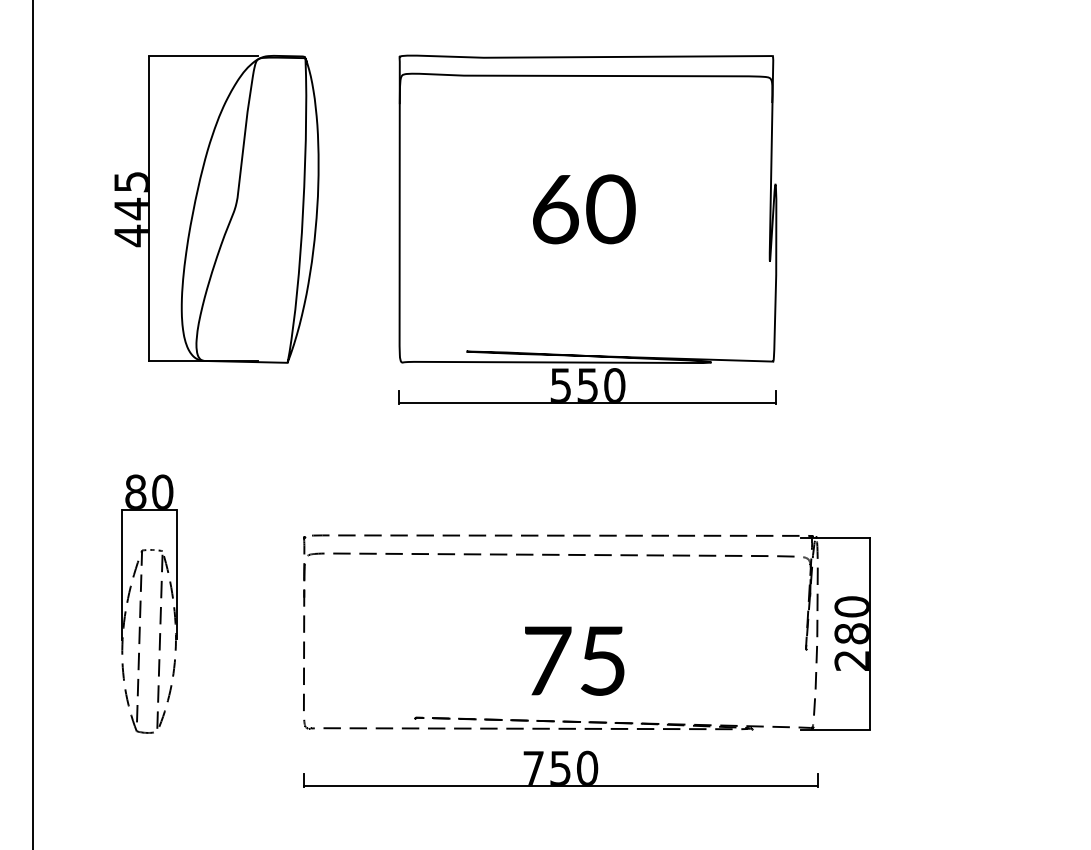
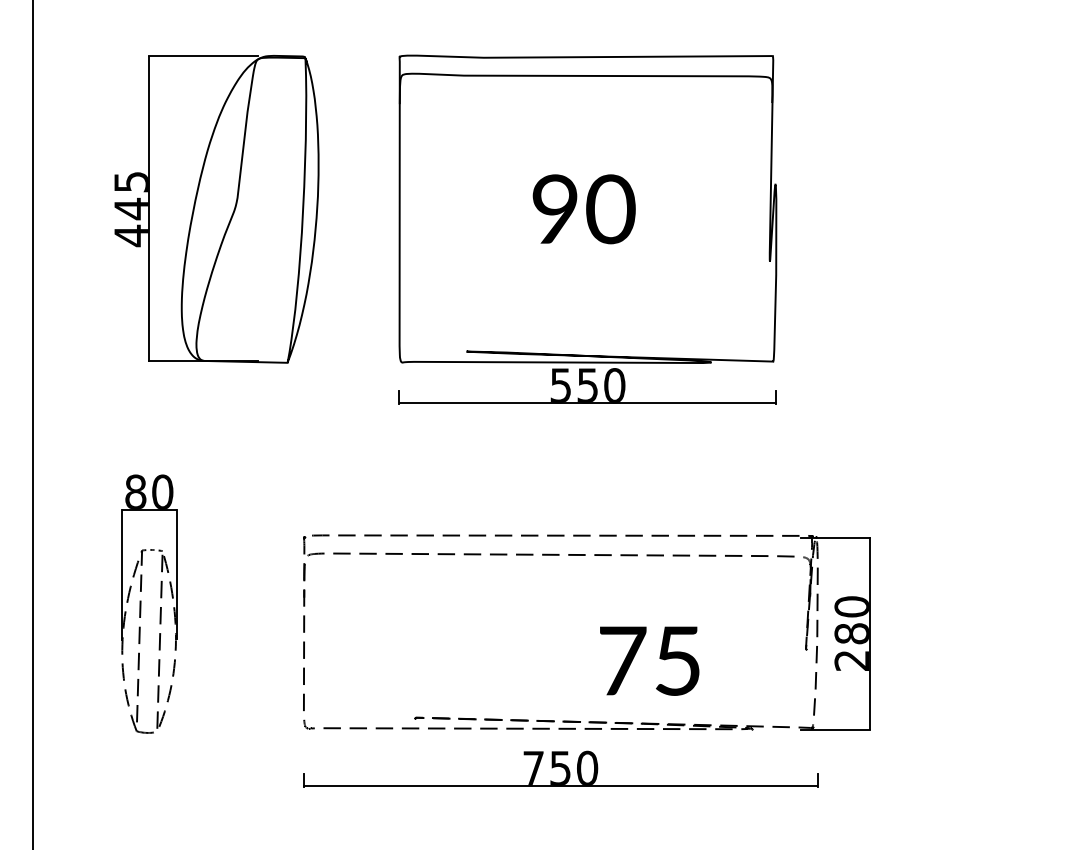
text at (555, 209): 60 -> 90
text at (574, 660) position: (574, 660) -> (649, 660)
